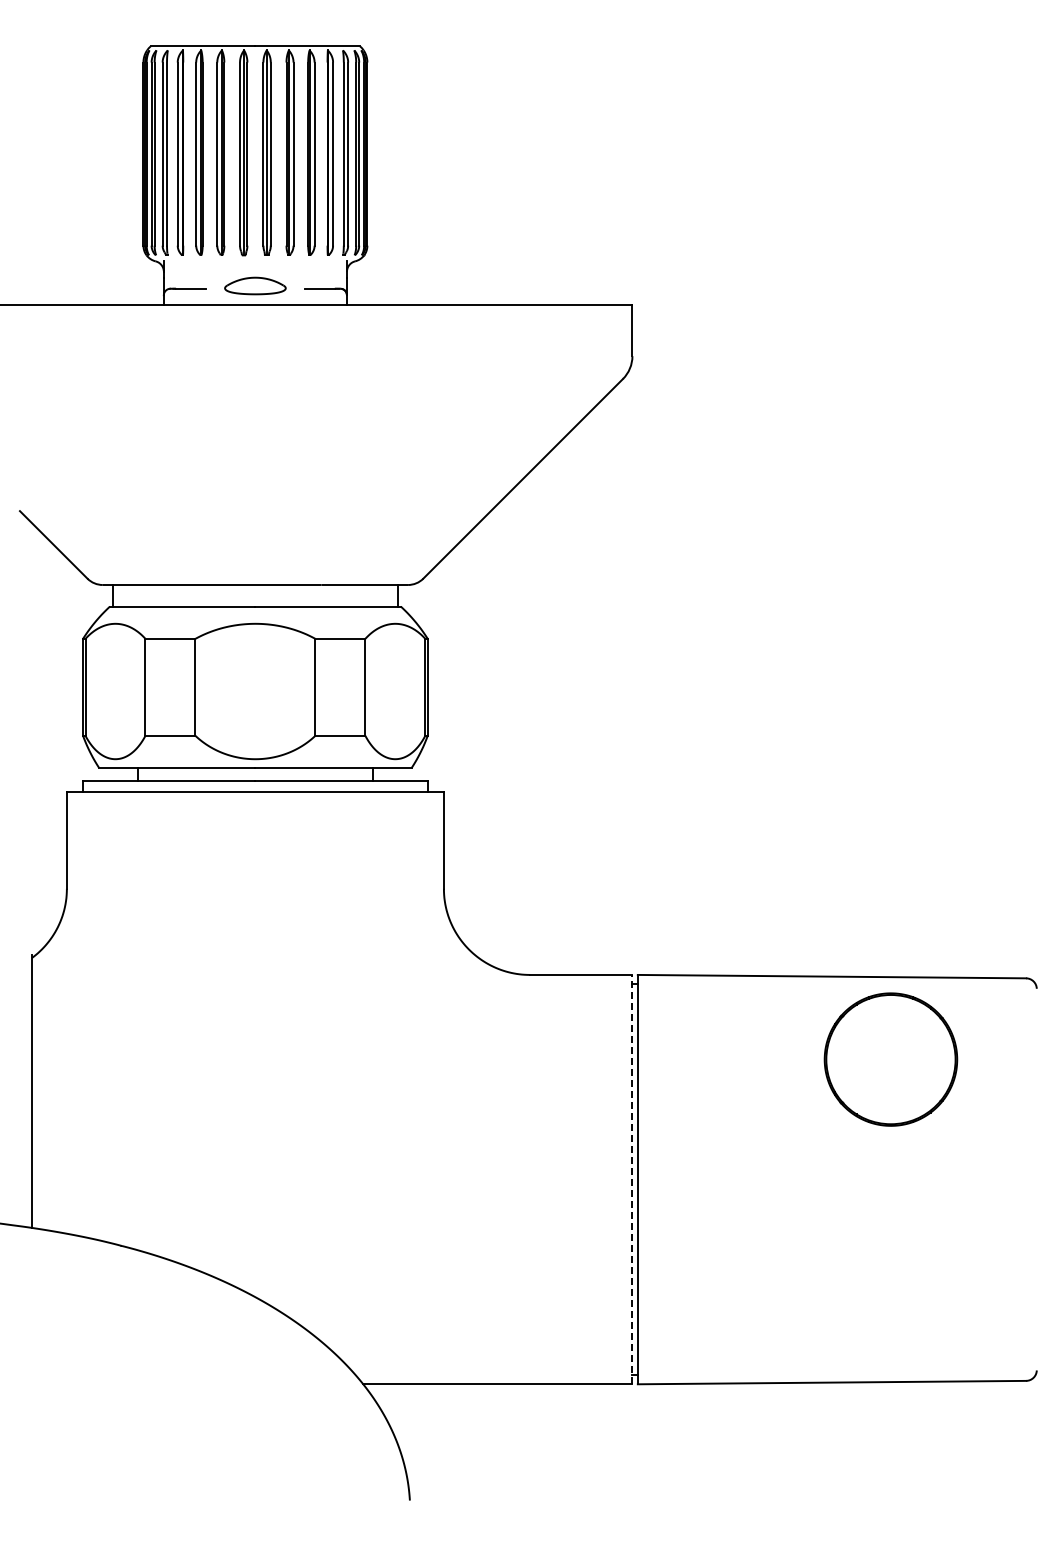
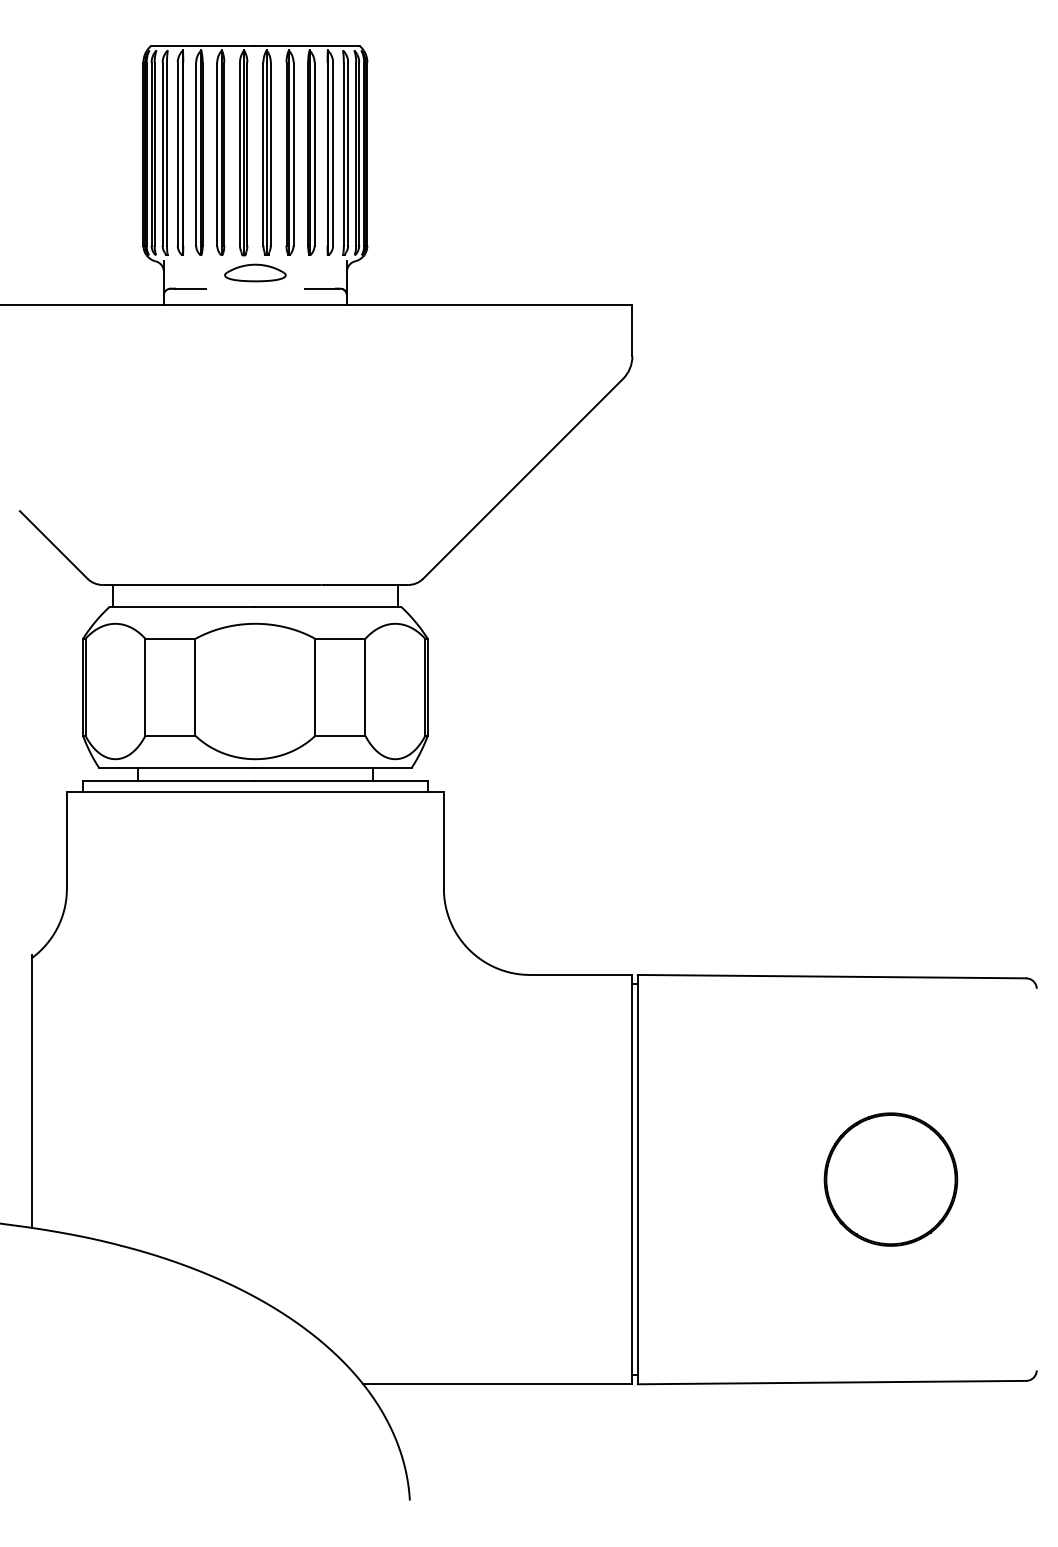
part at (255, 285) position: (255, 285) -> (255, 272)
part at (890, 1059) position: (890, 1059) -> (890, 1179)
line at (632, 1179): dashed -> solid
